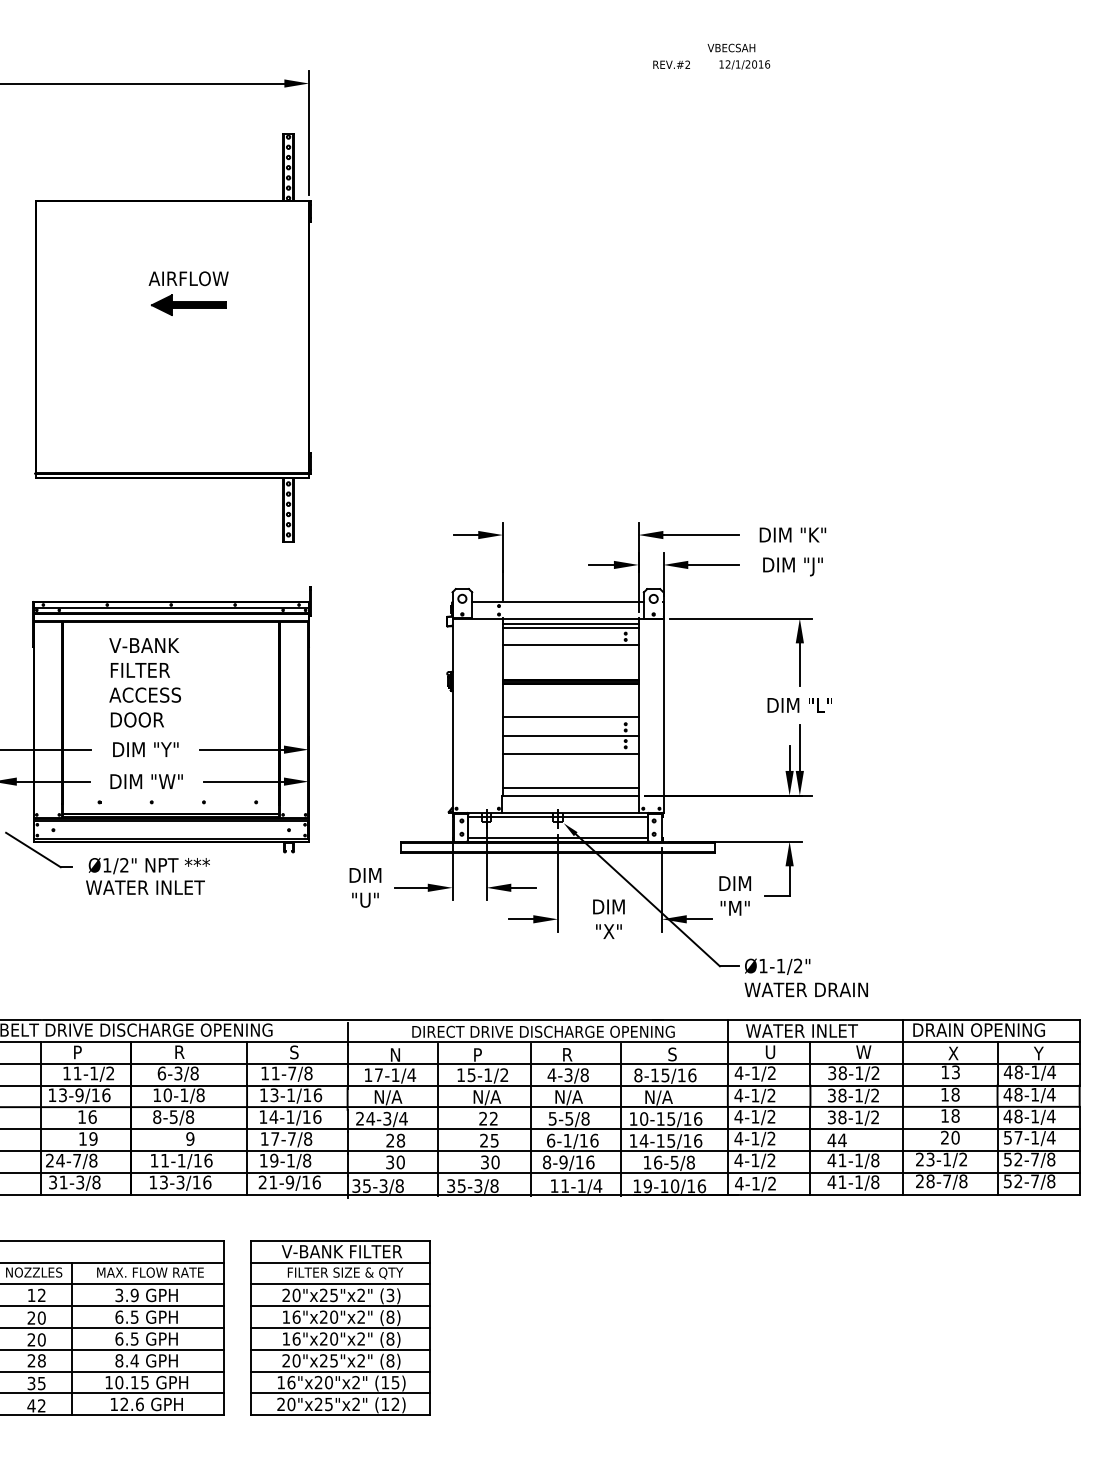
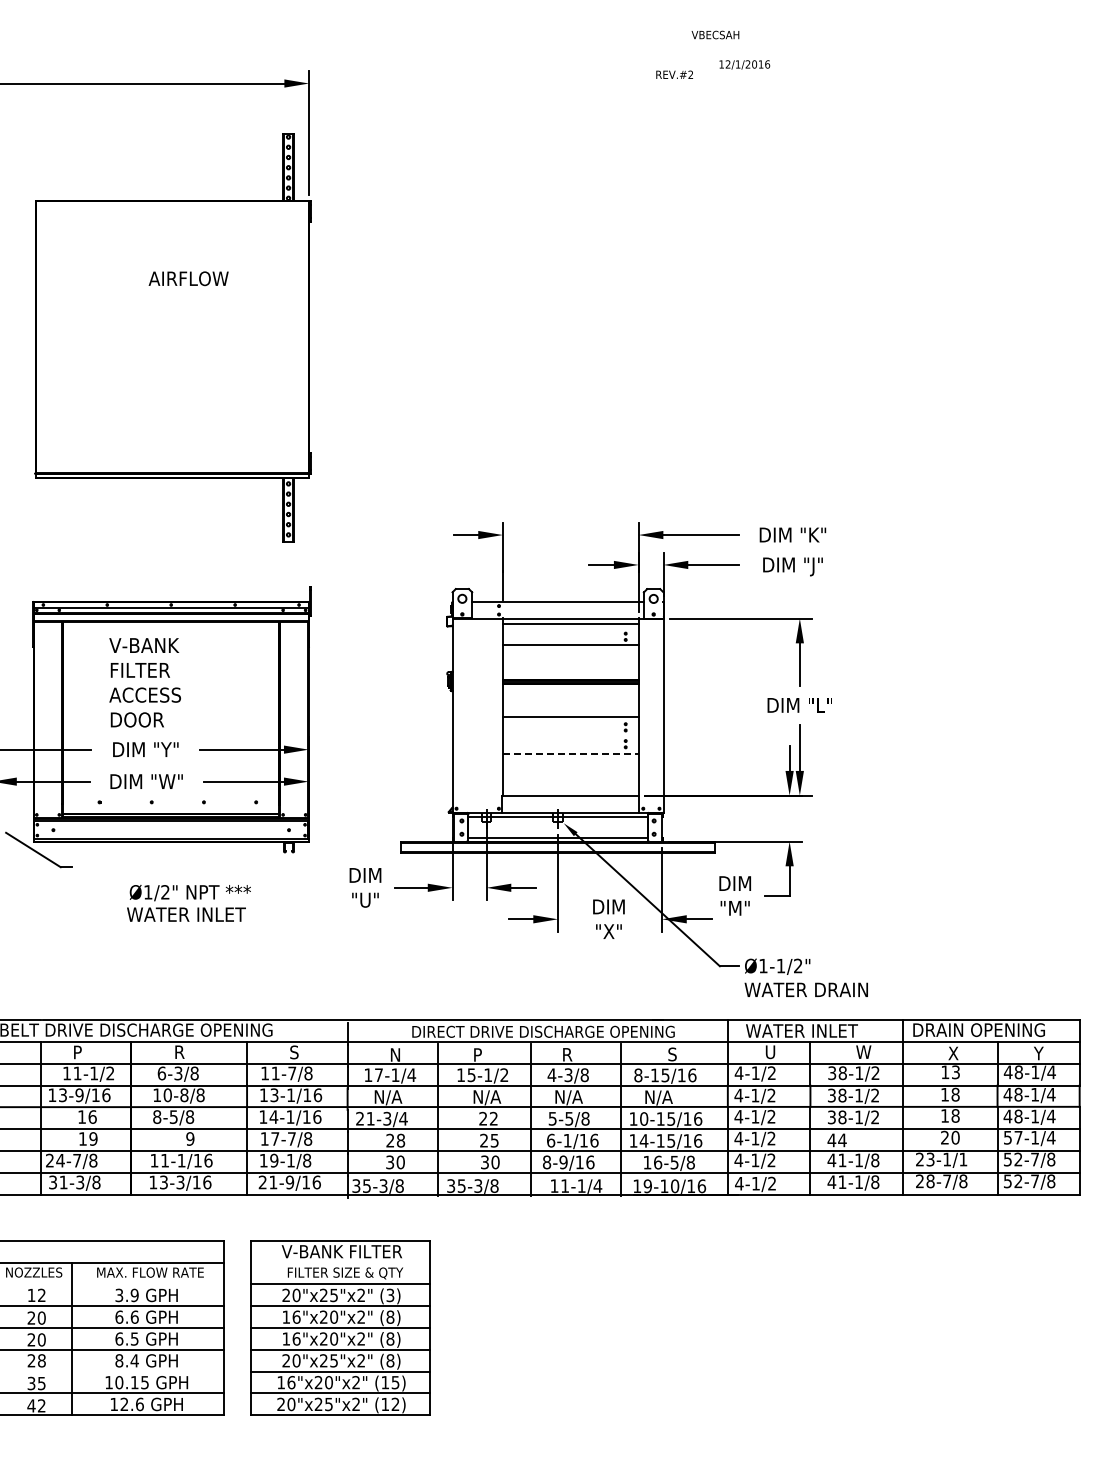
text at (731, 47) position: (731, 47) -> (715, 34)
text at (671, 64) position: (671, 64) -> (674, 74)
part at (188, 304): present -> none
line at (570, 628): present -> none
line at (570, 735): present -> none
line at (570, 754): solid -> dashed
line at (570, 787): present -> none
text at (147, 876) position: (147, 876) -> (188, 903)
text at (184, 1095): 10-1/8 -> 10-8/8
text at (370, 1118): 24-3/4 -> 21-3/4
text at (963, 1159): 23-1/2 -> 23-1/1
line at (340, 1262): present -> none
line at (113, 1284): present -> none
text at (134, 1316): 6.5 -> 6.6
line at (113, 1371): present -> none
